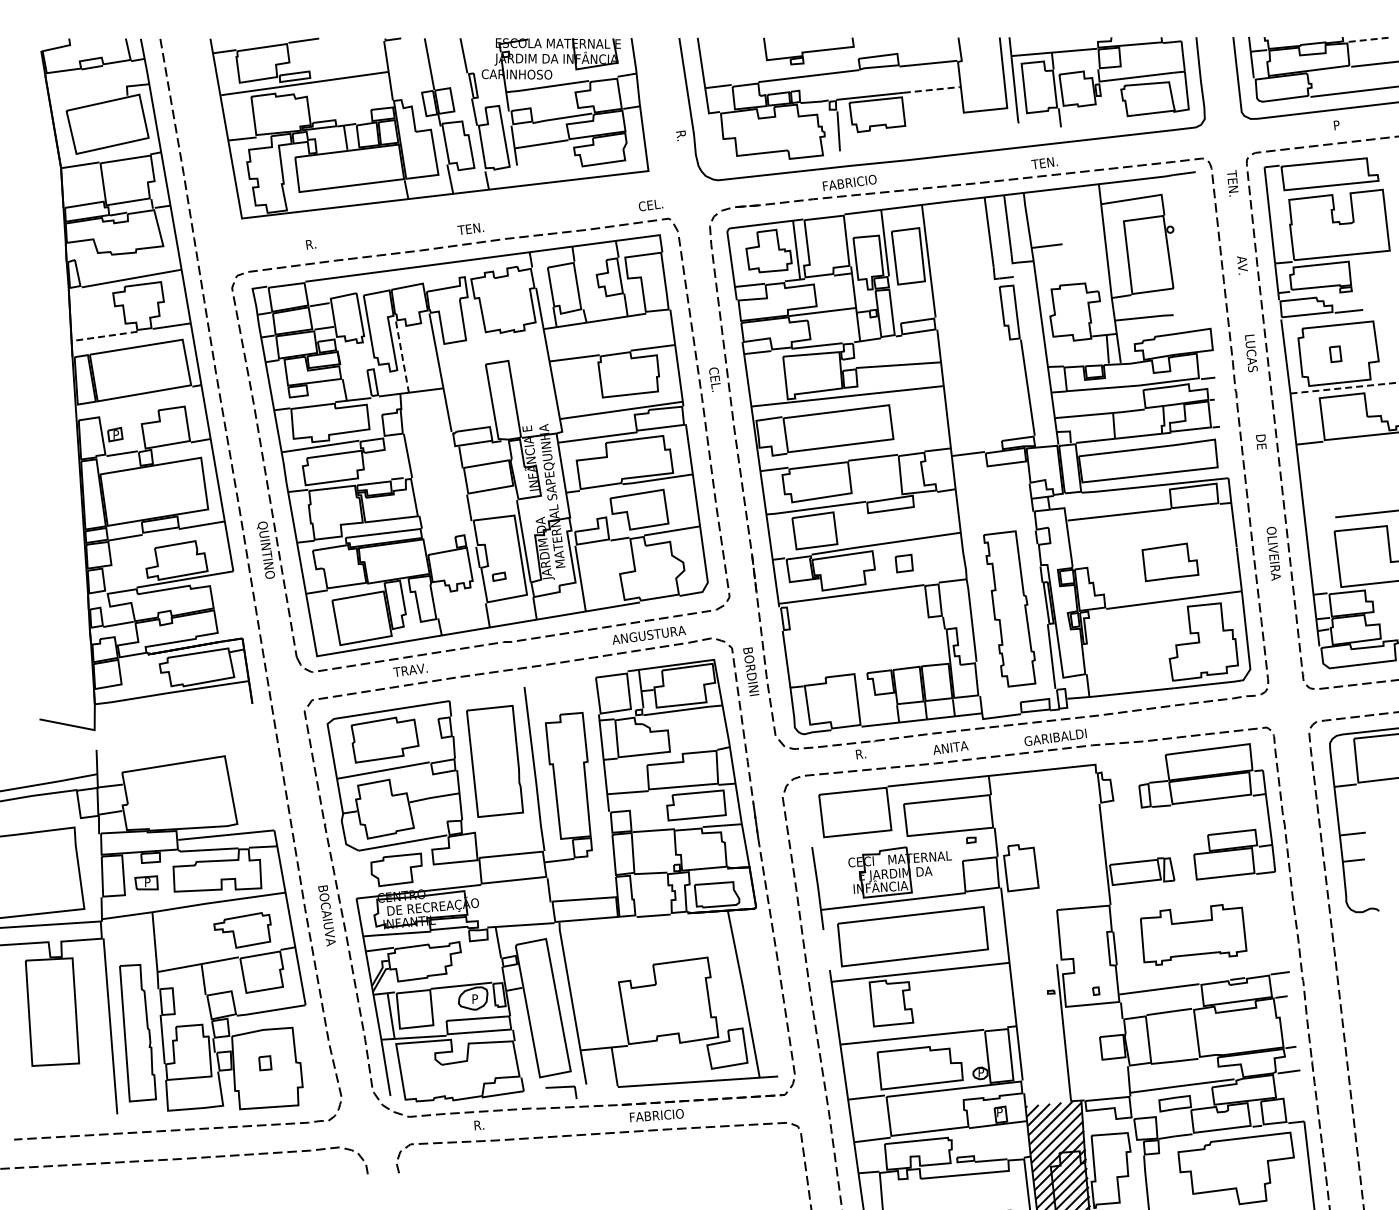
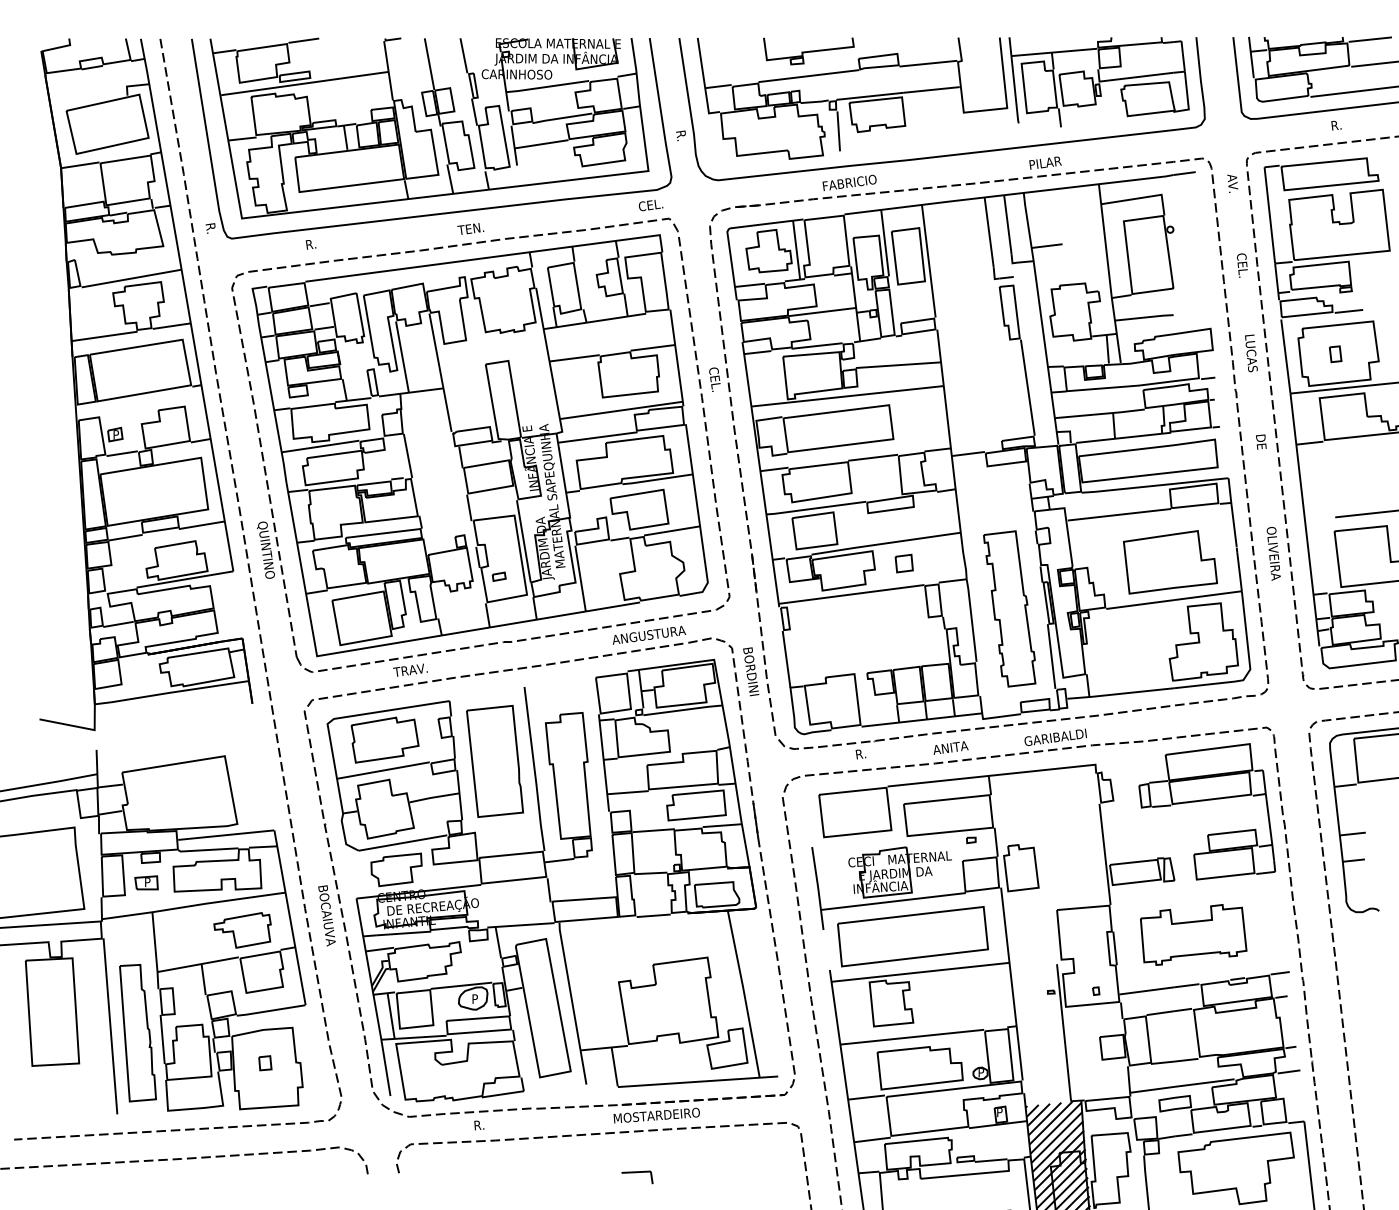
line at (1370, 39): dashed -> solid
line at (932, 89): dashed -> solid
text at (1336, 125): P -> R.
text at (1045, 162): TEN. -> PILAR
text at (1232, 183): TEN. -> AV.
part at (441, 212): none -> present
text at (1242, 265): AV. -> CEL.
line at (104, 336): dashed -> solid
line at (402, 357): dashed -> solid
line at (1345, 388): dashed -> solid
part at (1170, 562) size: 59x41 px -> 95x65 px
part at (561, 1092) position: (561, 1092) -> (637, 1177)
text at (656, 1115): FABRICIO -> MOSTARDEIRO
